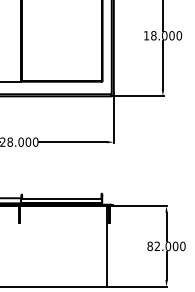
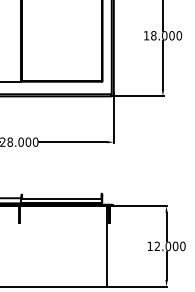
text at (149, 246): 82.000 -> 12.000
